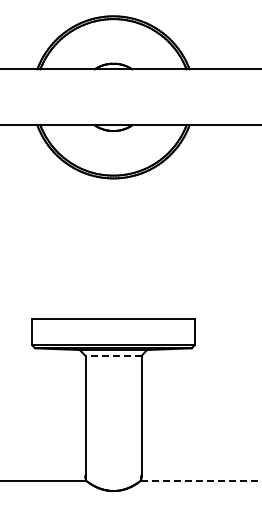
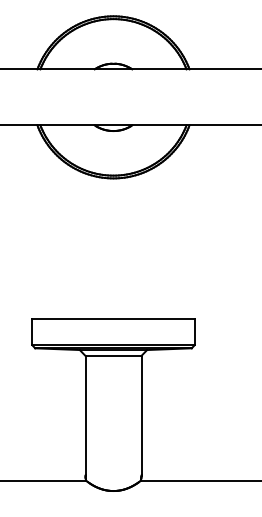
line at (113, 355): dashed -> solid
line at (201, 480): dashed -> solid
